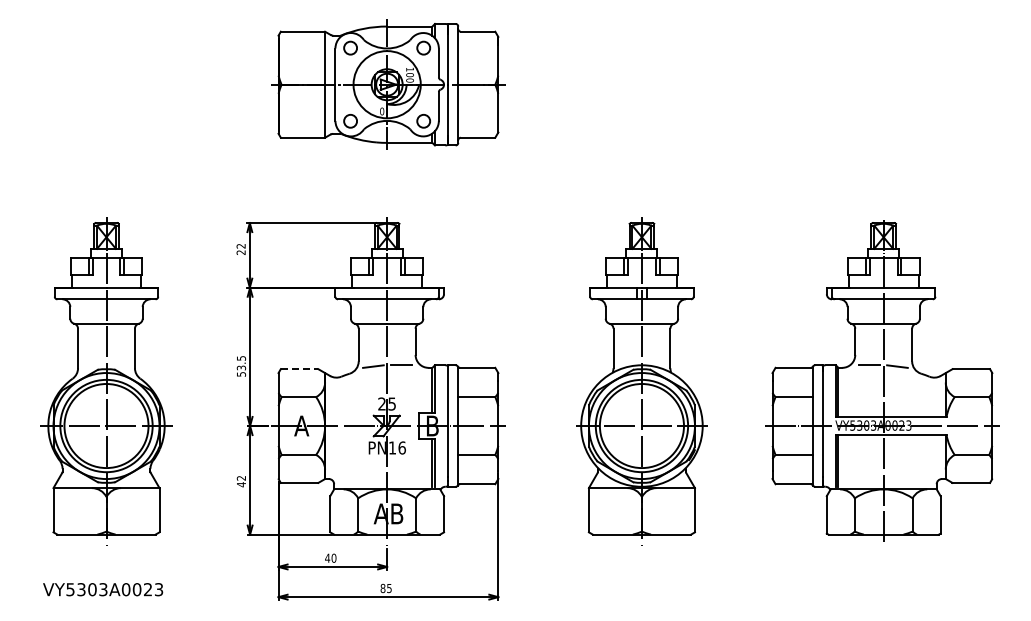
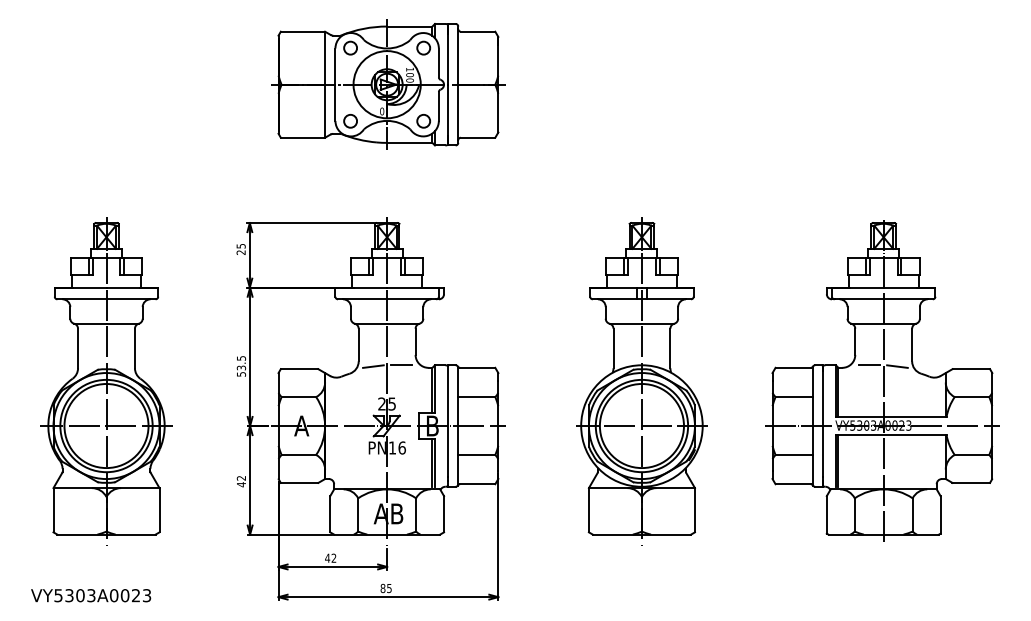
text at (240, 246): 22 -> 25
line at (299, 369): dashed -> solid
text at (333, 557): 40 -> 42
text at (103, 589) position: (103, 589) -> (91, 595)
